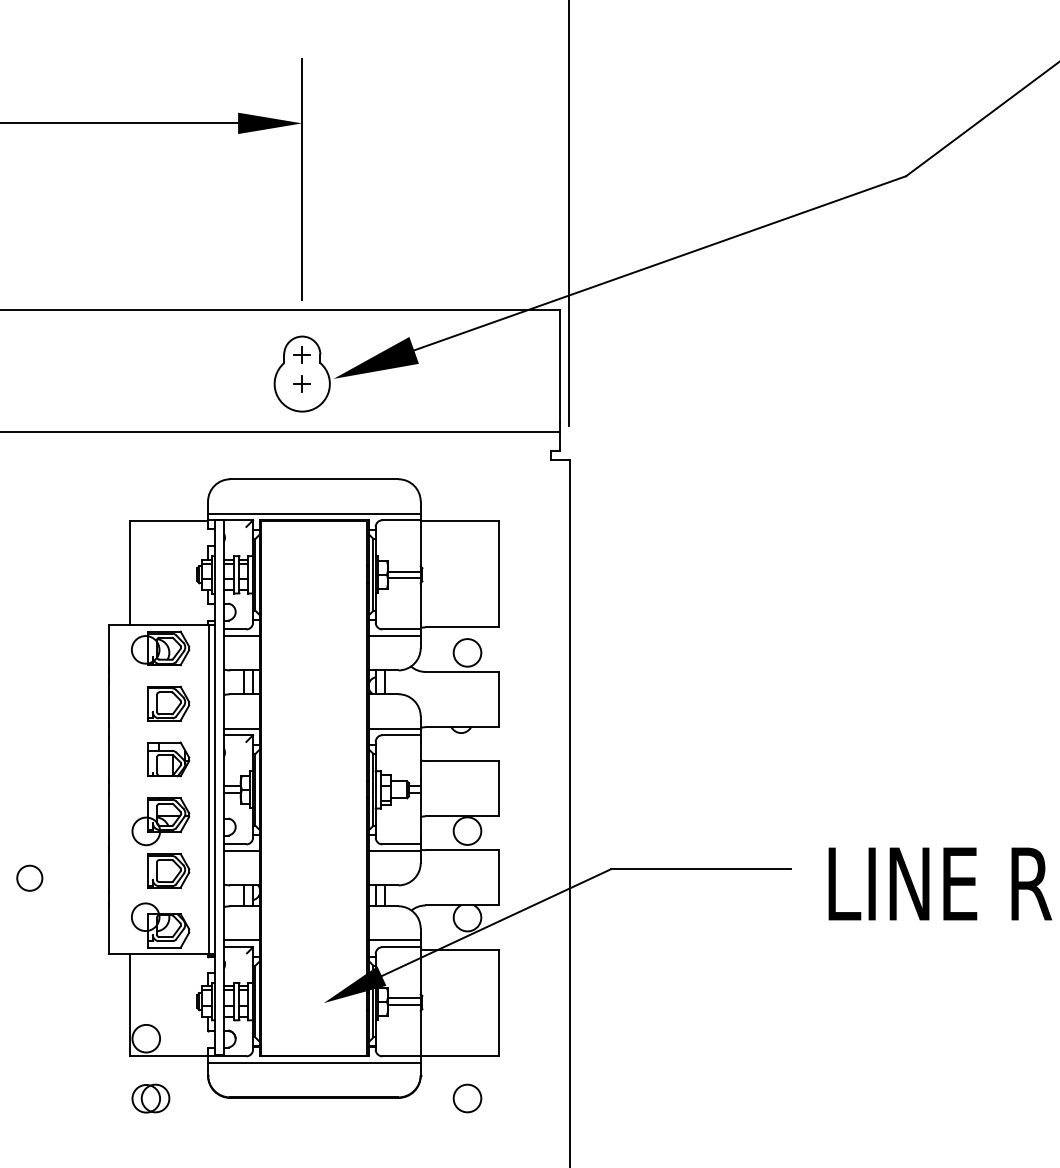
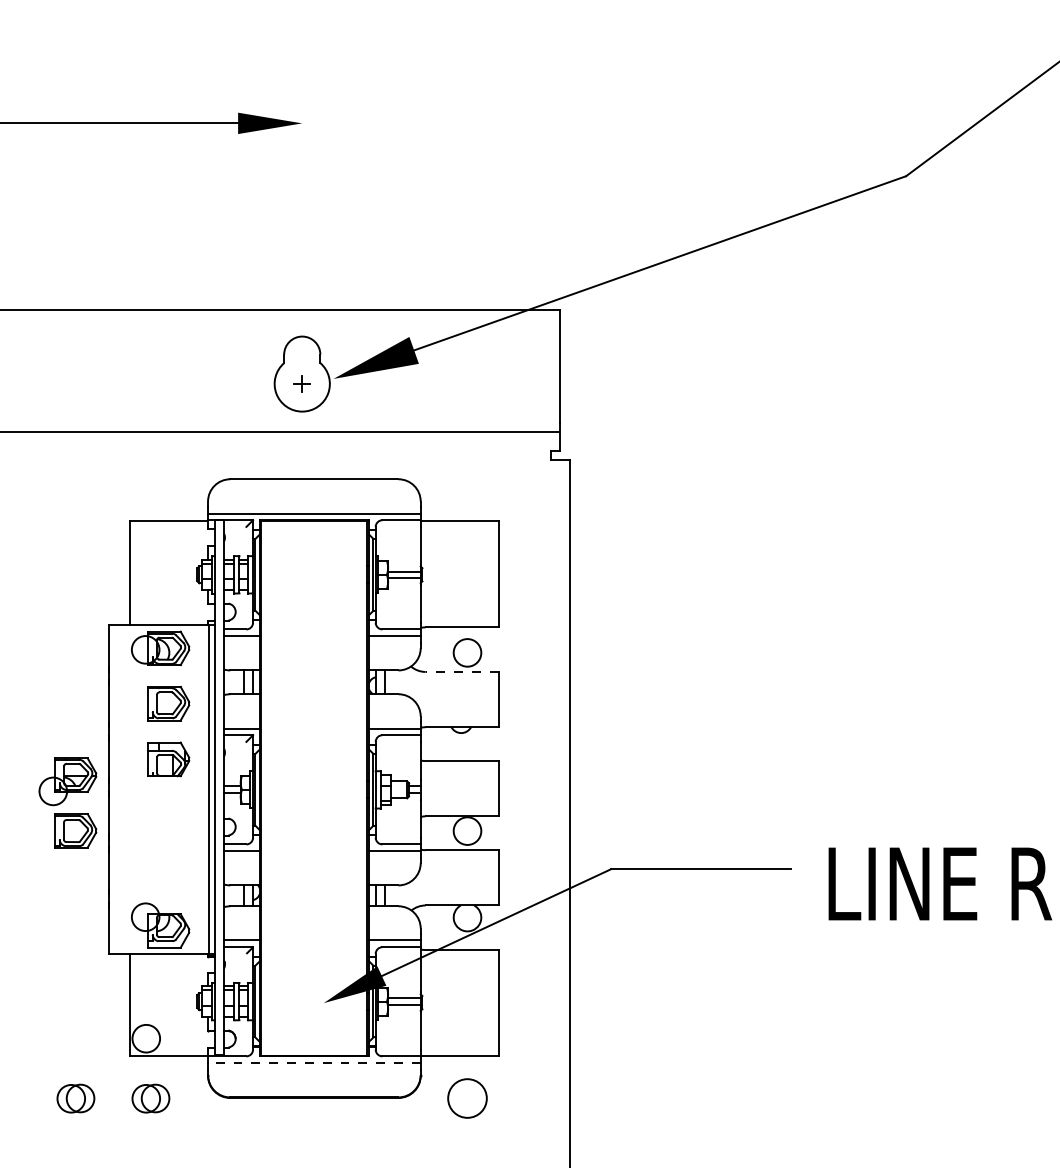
line at (302, 179): present -> none
line at (569, 213): present -> none
part at (301, 354): present -> none
line at (462, 671): solid -> dashed
part at (160, 842) position: (160, 842) -> (67, 802)
circle at (29, 877): present -> none
line at (313, 1063): solid -> dashed
part at (75, 1098): none -> present
circle at (467, 1098) diameter: 28 px -> 39 px
